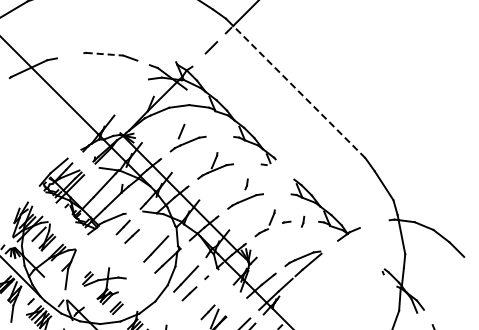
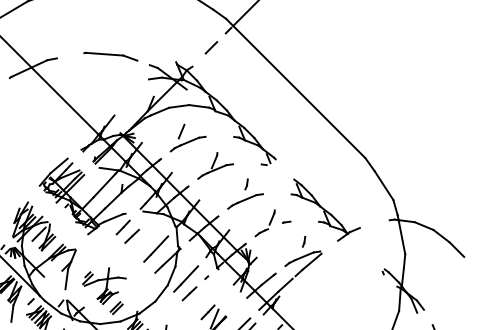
line at (104, 54): dashed -> solid
line at (298, 91): dashed -> solid
part at (303, 221) position: (303, 221) -> (304, 241)
